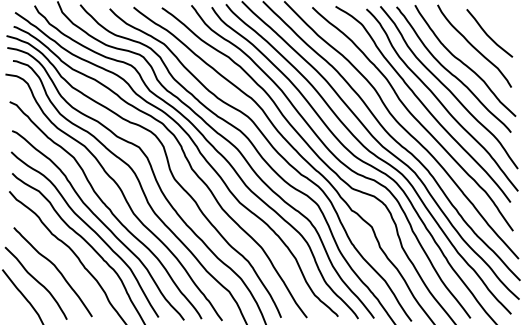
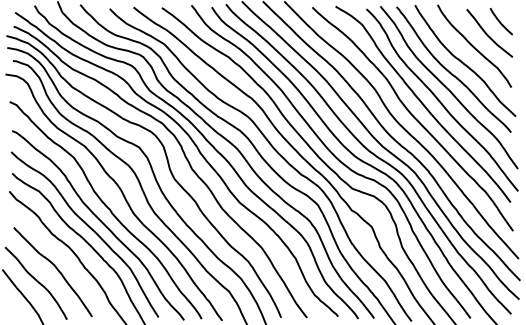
curve at (500, 21): none -> present
